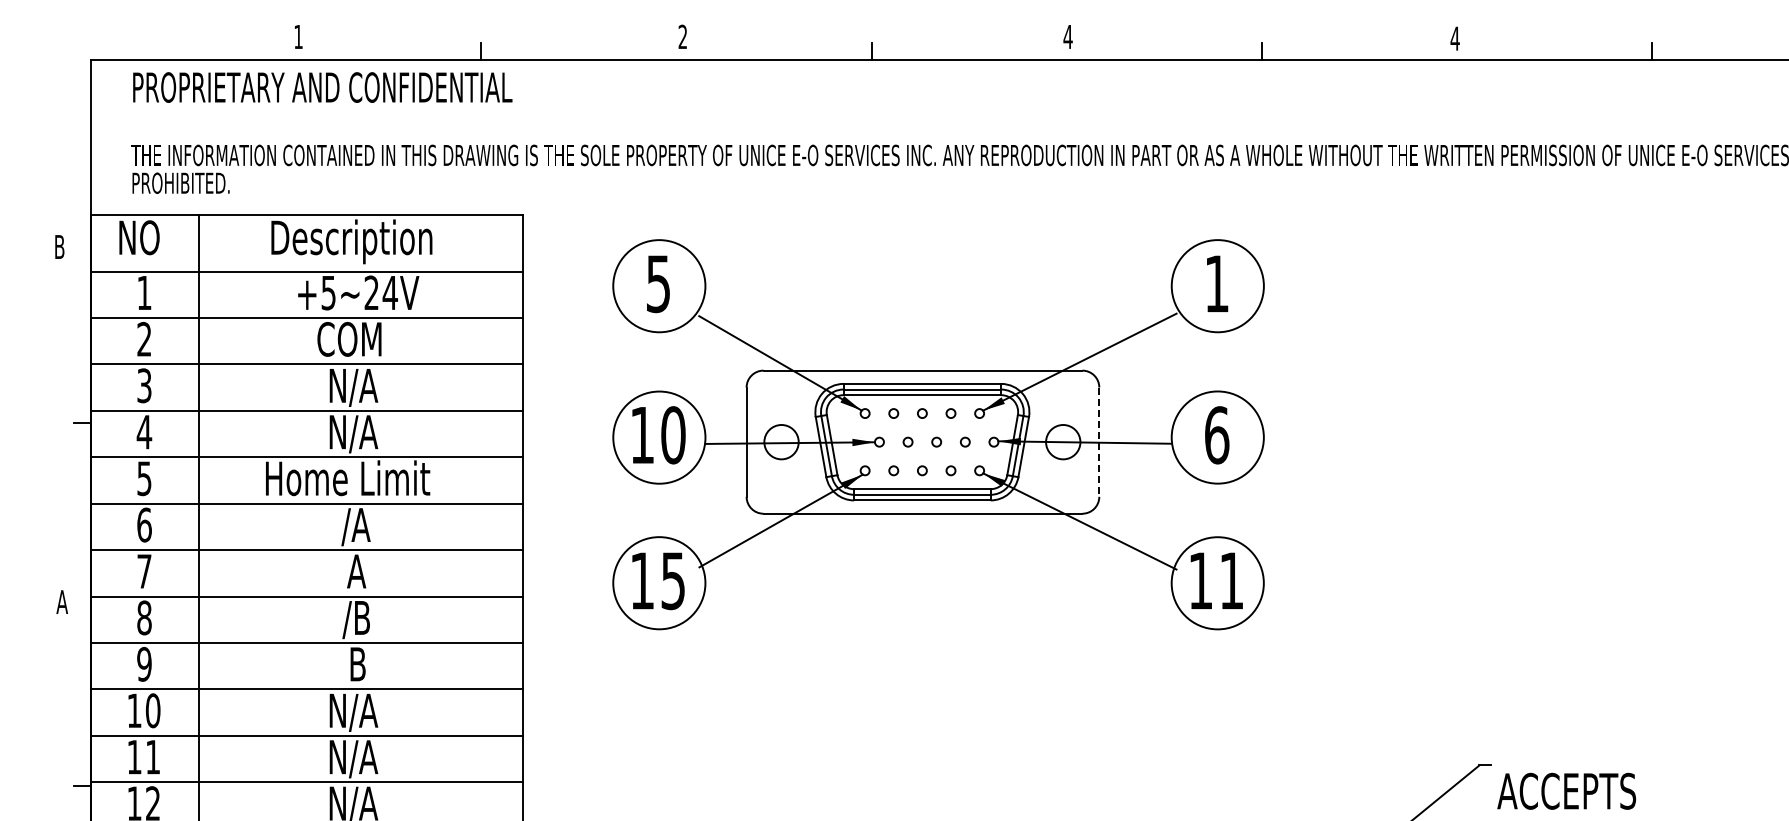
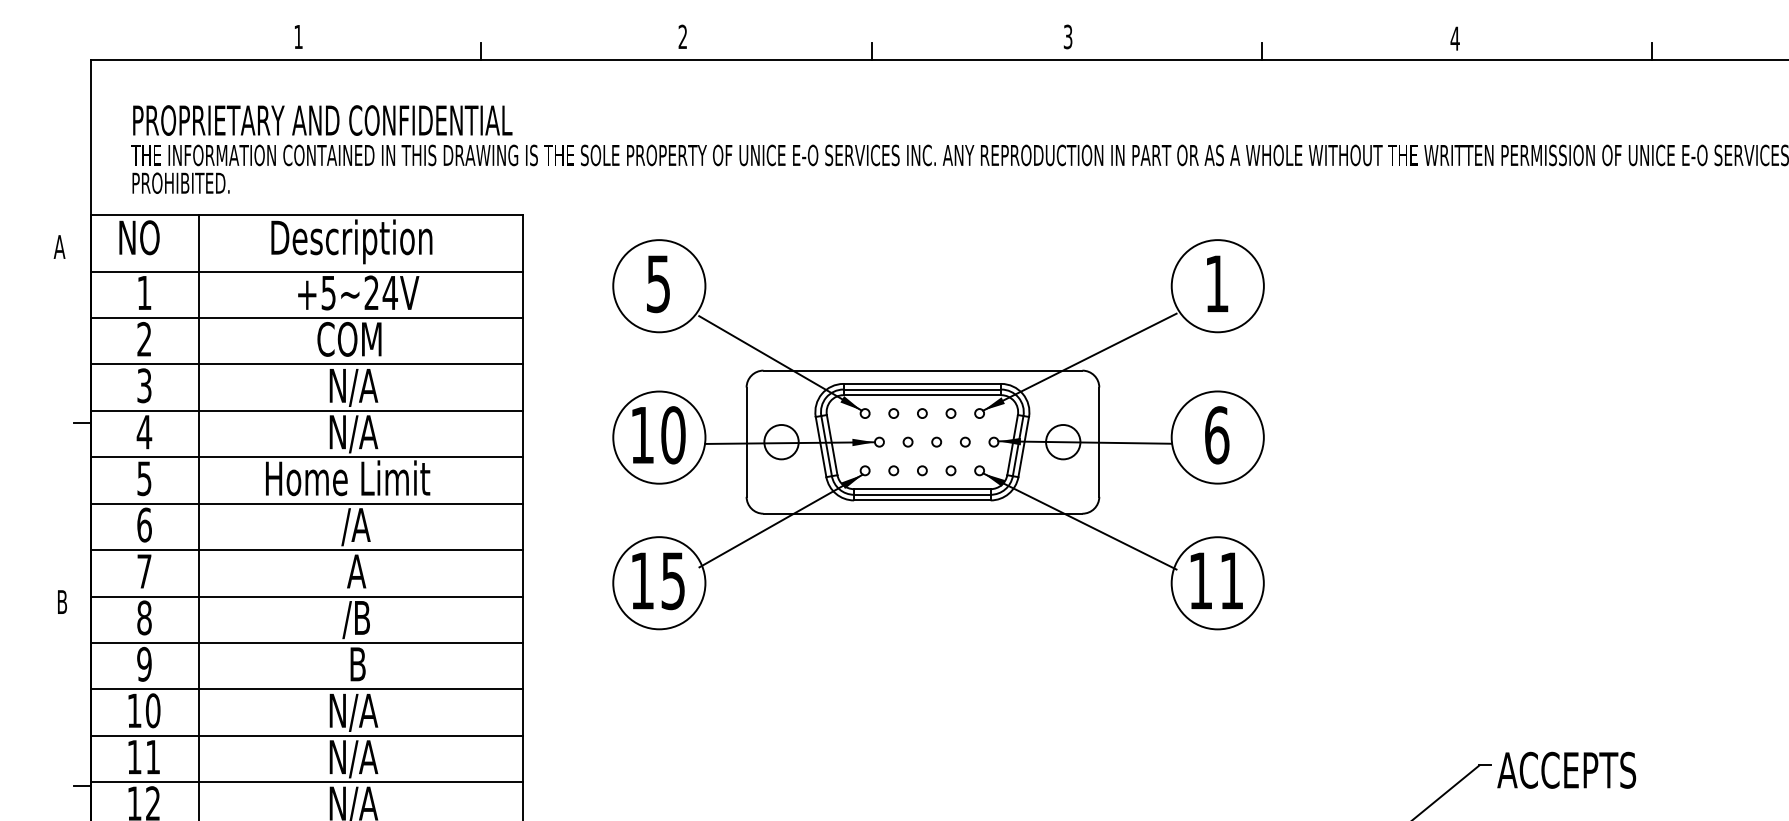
text at (1067, 36): 4 -> 3
text at (322, 87) position: (322, 87) -> (322, 120)
text at (59, 246): B -> A
line at (1099, 442): dashed -> solid
text at (62, 601): A -> B
text at (1566, 790) position: (1566, 790) -> (1566, 769)
